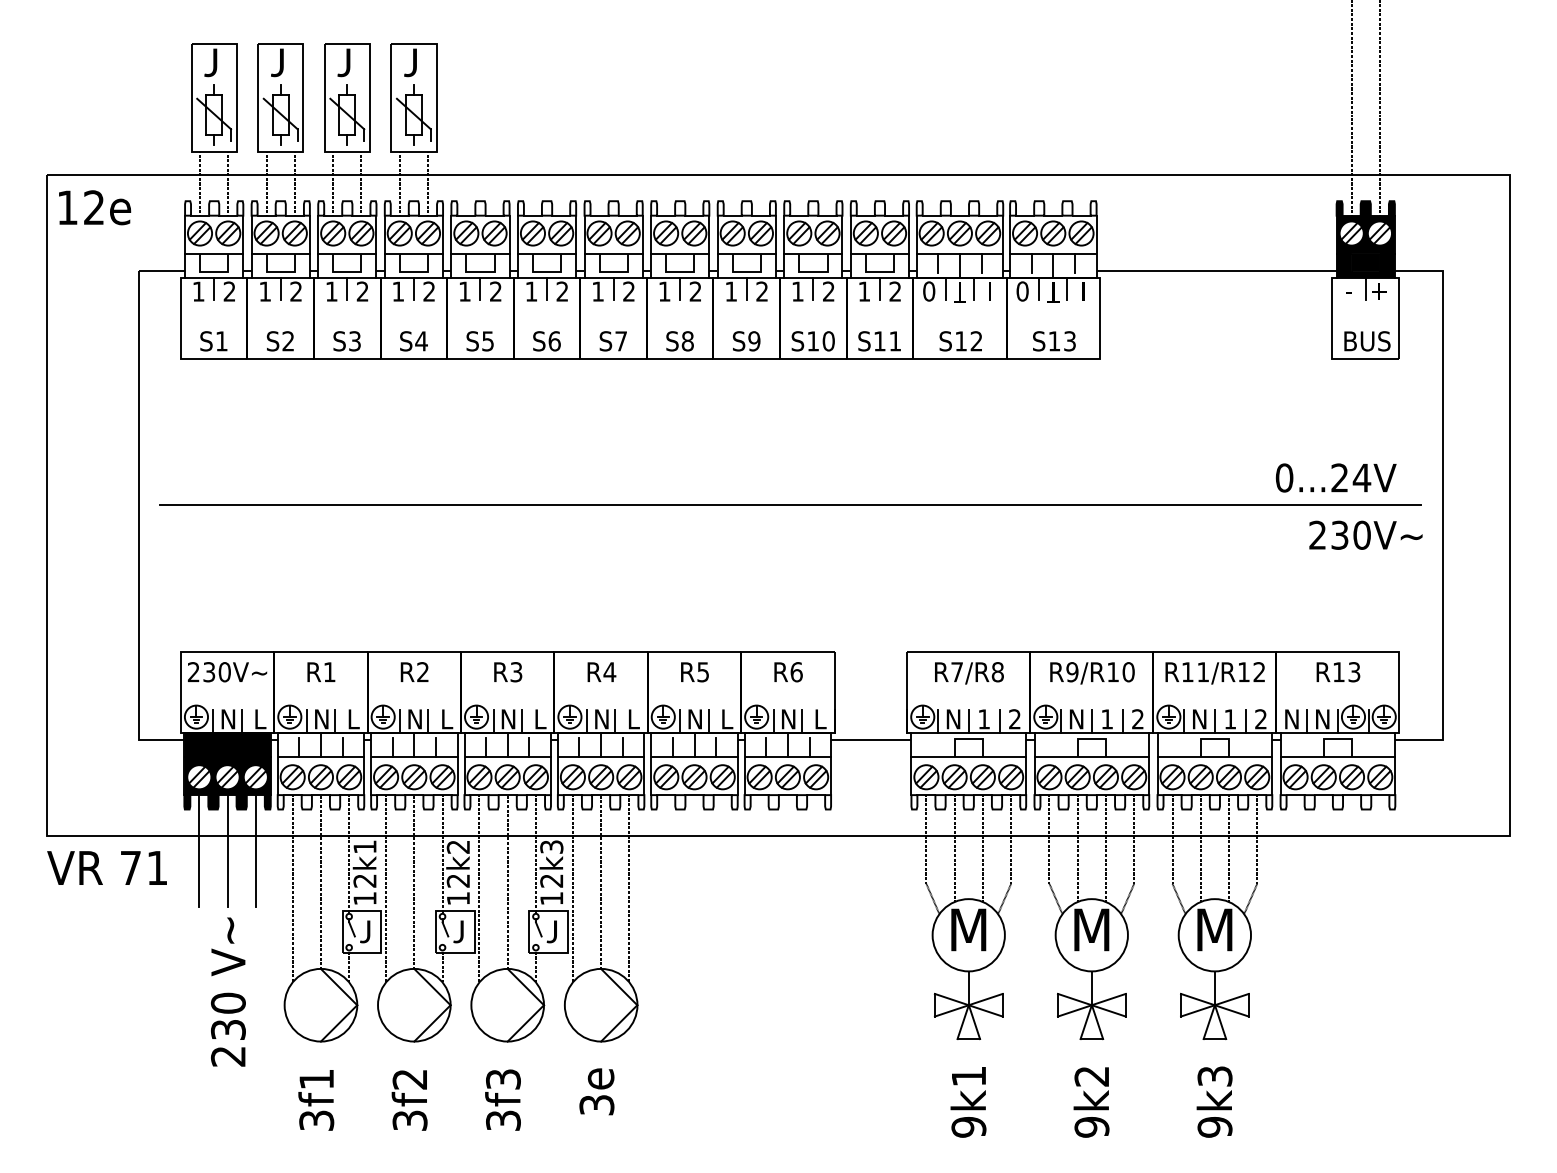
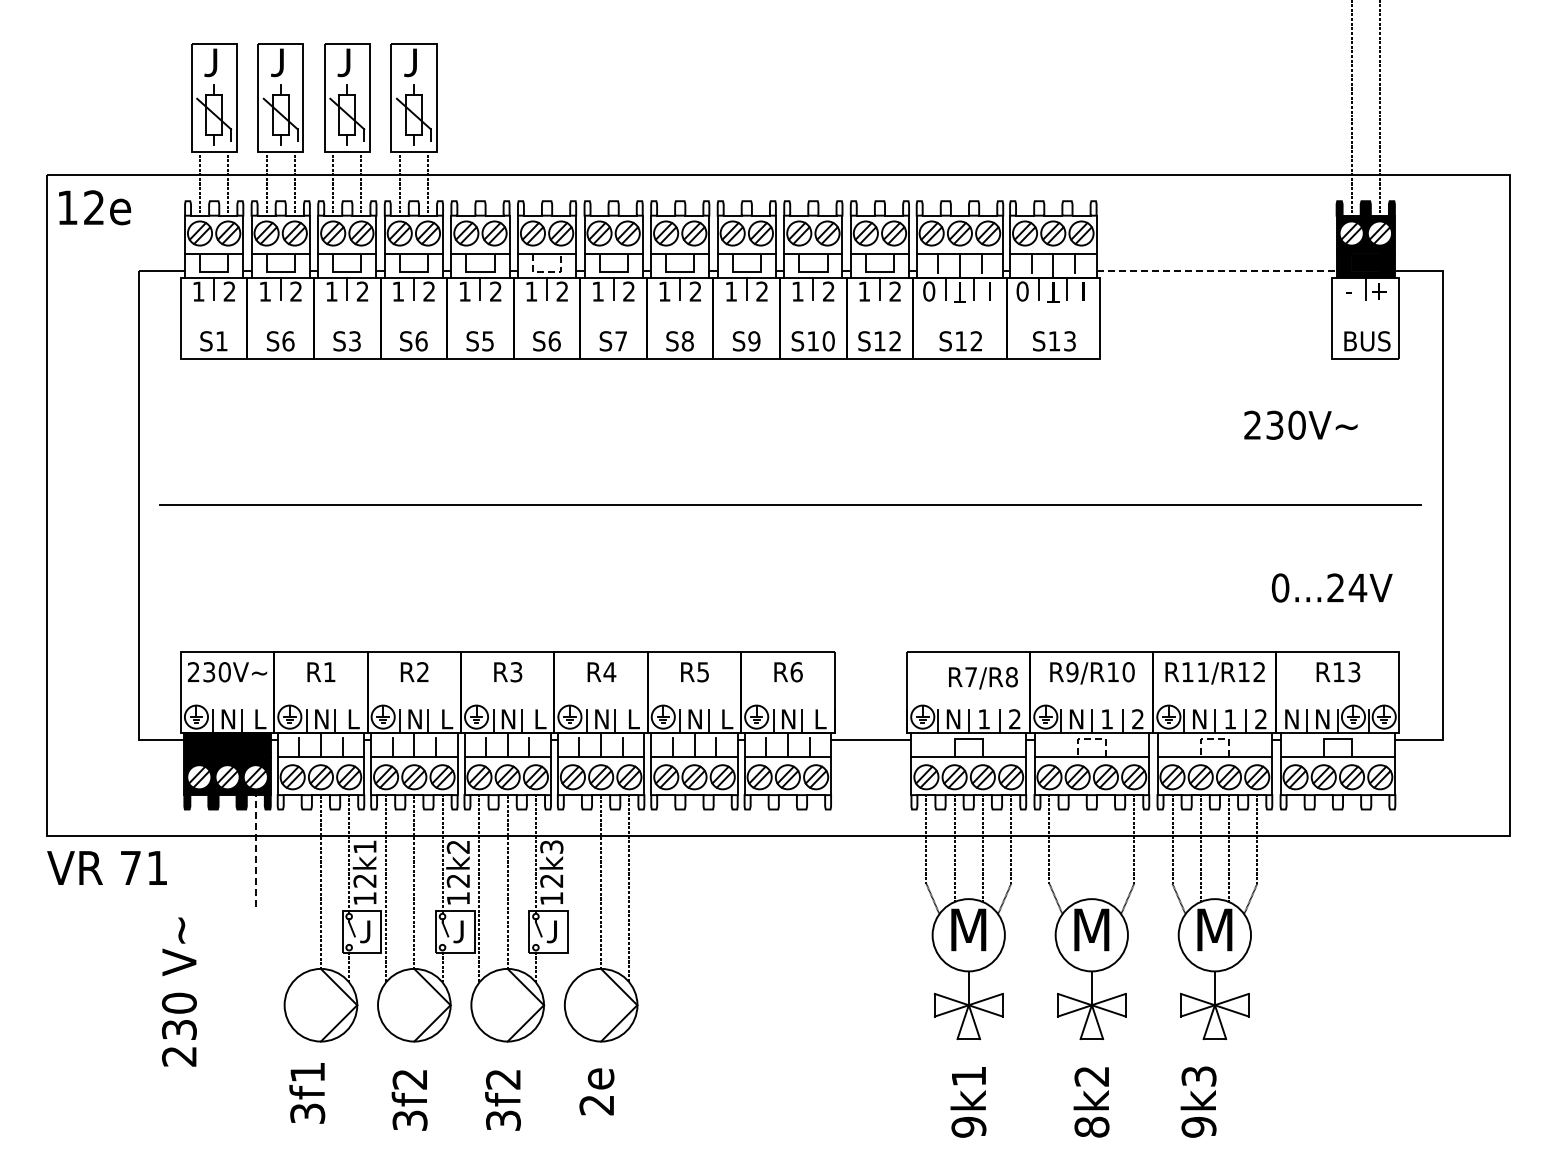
line at (547, 271): solid -> dashed
line at (1217, 271): solid -> dashed
text at (288, 341): S2 -> S6
text at (421, 341): S4 -> S6
text at (894, 341): S11 -> S12
text at (1335, 477) position: (1335, 477) -> (1331, 587)
text at (1365, 534) position: (1365, 534) -> (1300, 424)
text at (969, 673) position: (969, 673) -> (983, 678)
line at (1091, 739): solid -> dashed
line at (1214, 739): solid -> dashed
line at (1077, 848): present -> none
line at (1105, 848): present -> none
line at (199, 850): present -> none
line at (227, 850): present -> none
line at (255, 851): solid -> dashed
line at (292, 888): present -> none
line at (572, 888): present -> none
text at (228, 991) position: (228, 991) -> (179, 991)
text at (503, 1079): 3f3 -> 3f2
text at (316, 1100) position: (316, 1100) -> (307, 1093)
text at (1214, 1101) position: (1214, 1101) -> (1198, 1101)
text at (596, 1105): 3e -> 2e
text at (1091, 1126): 9k2 -> 8k2
